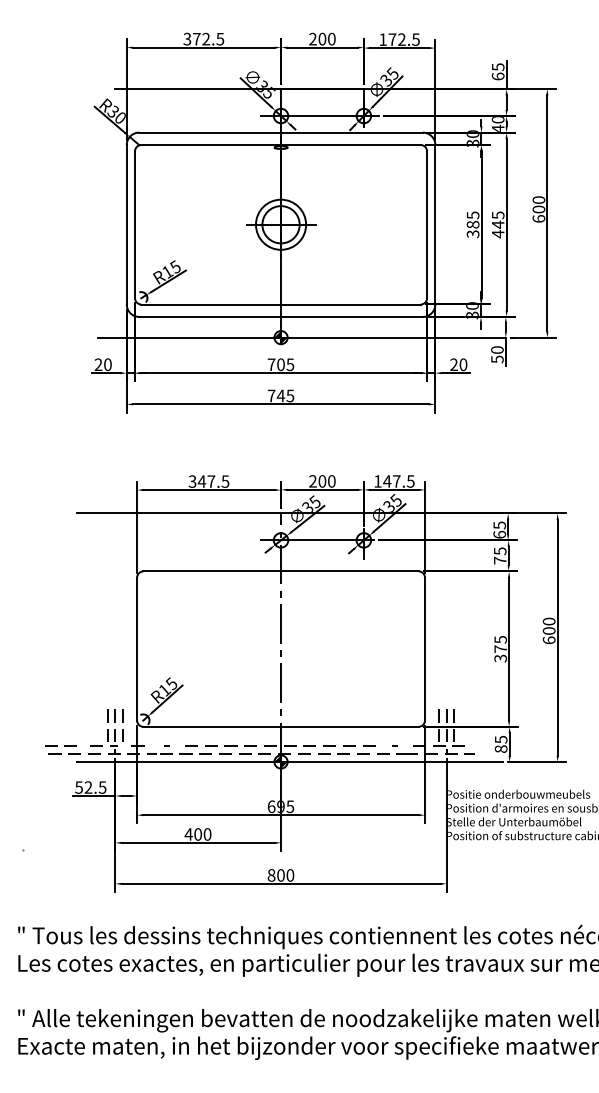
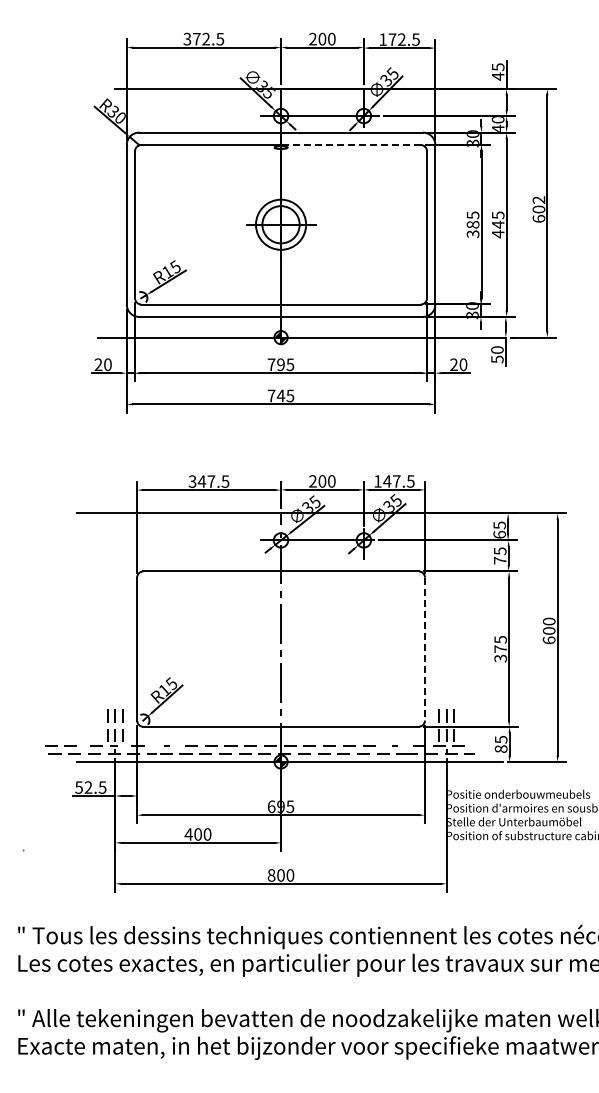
text at (497, 76): 65 -> 45
line at (350, 145): solid -> dashed
text at (538, 199): 600 -> 602
text at (280, 364): 705 -> 795
line at (424, 649): solid -> dashed
